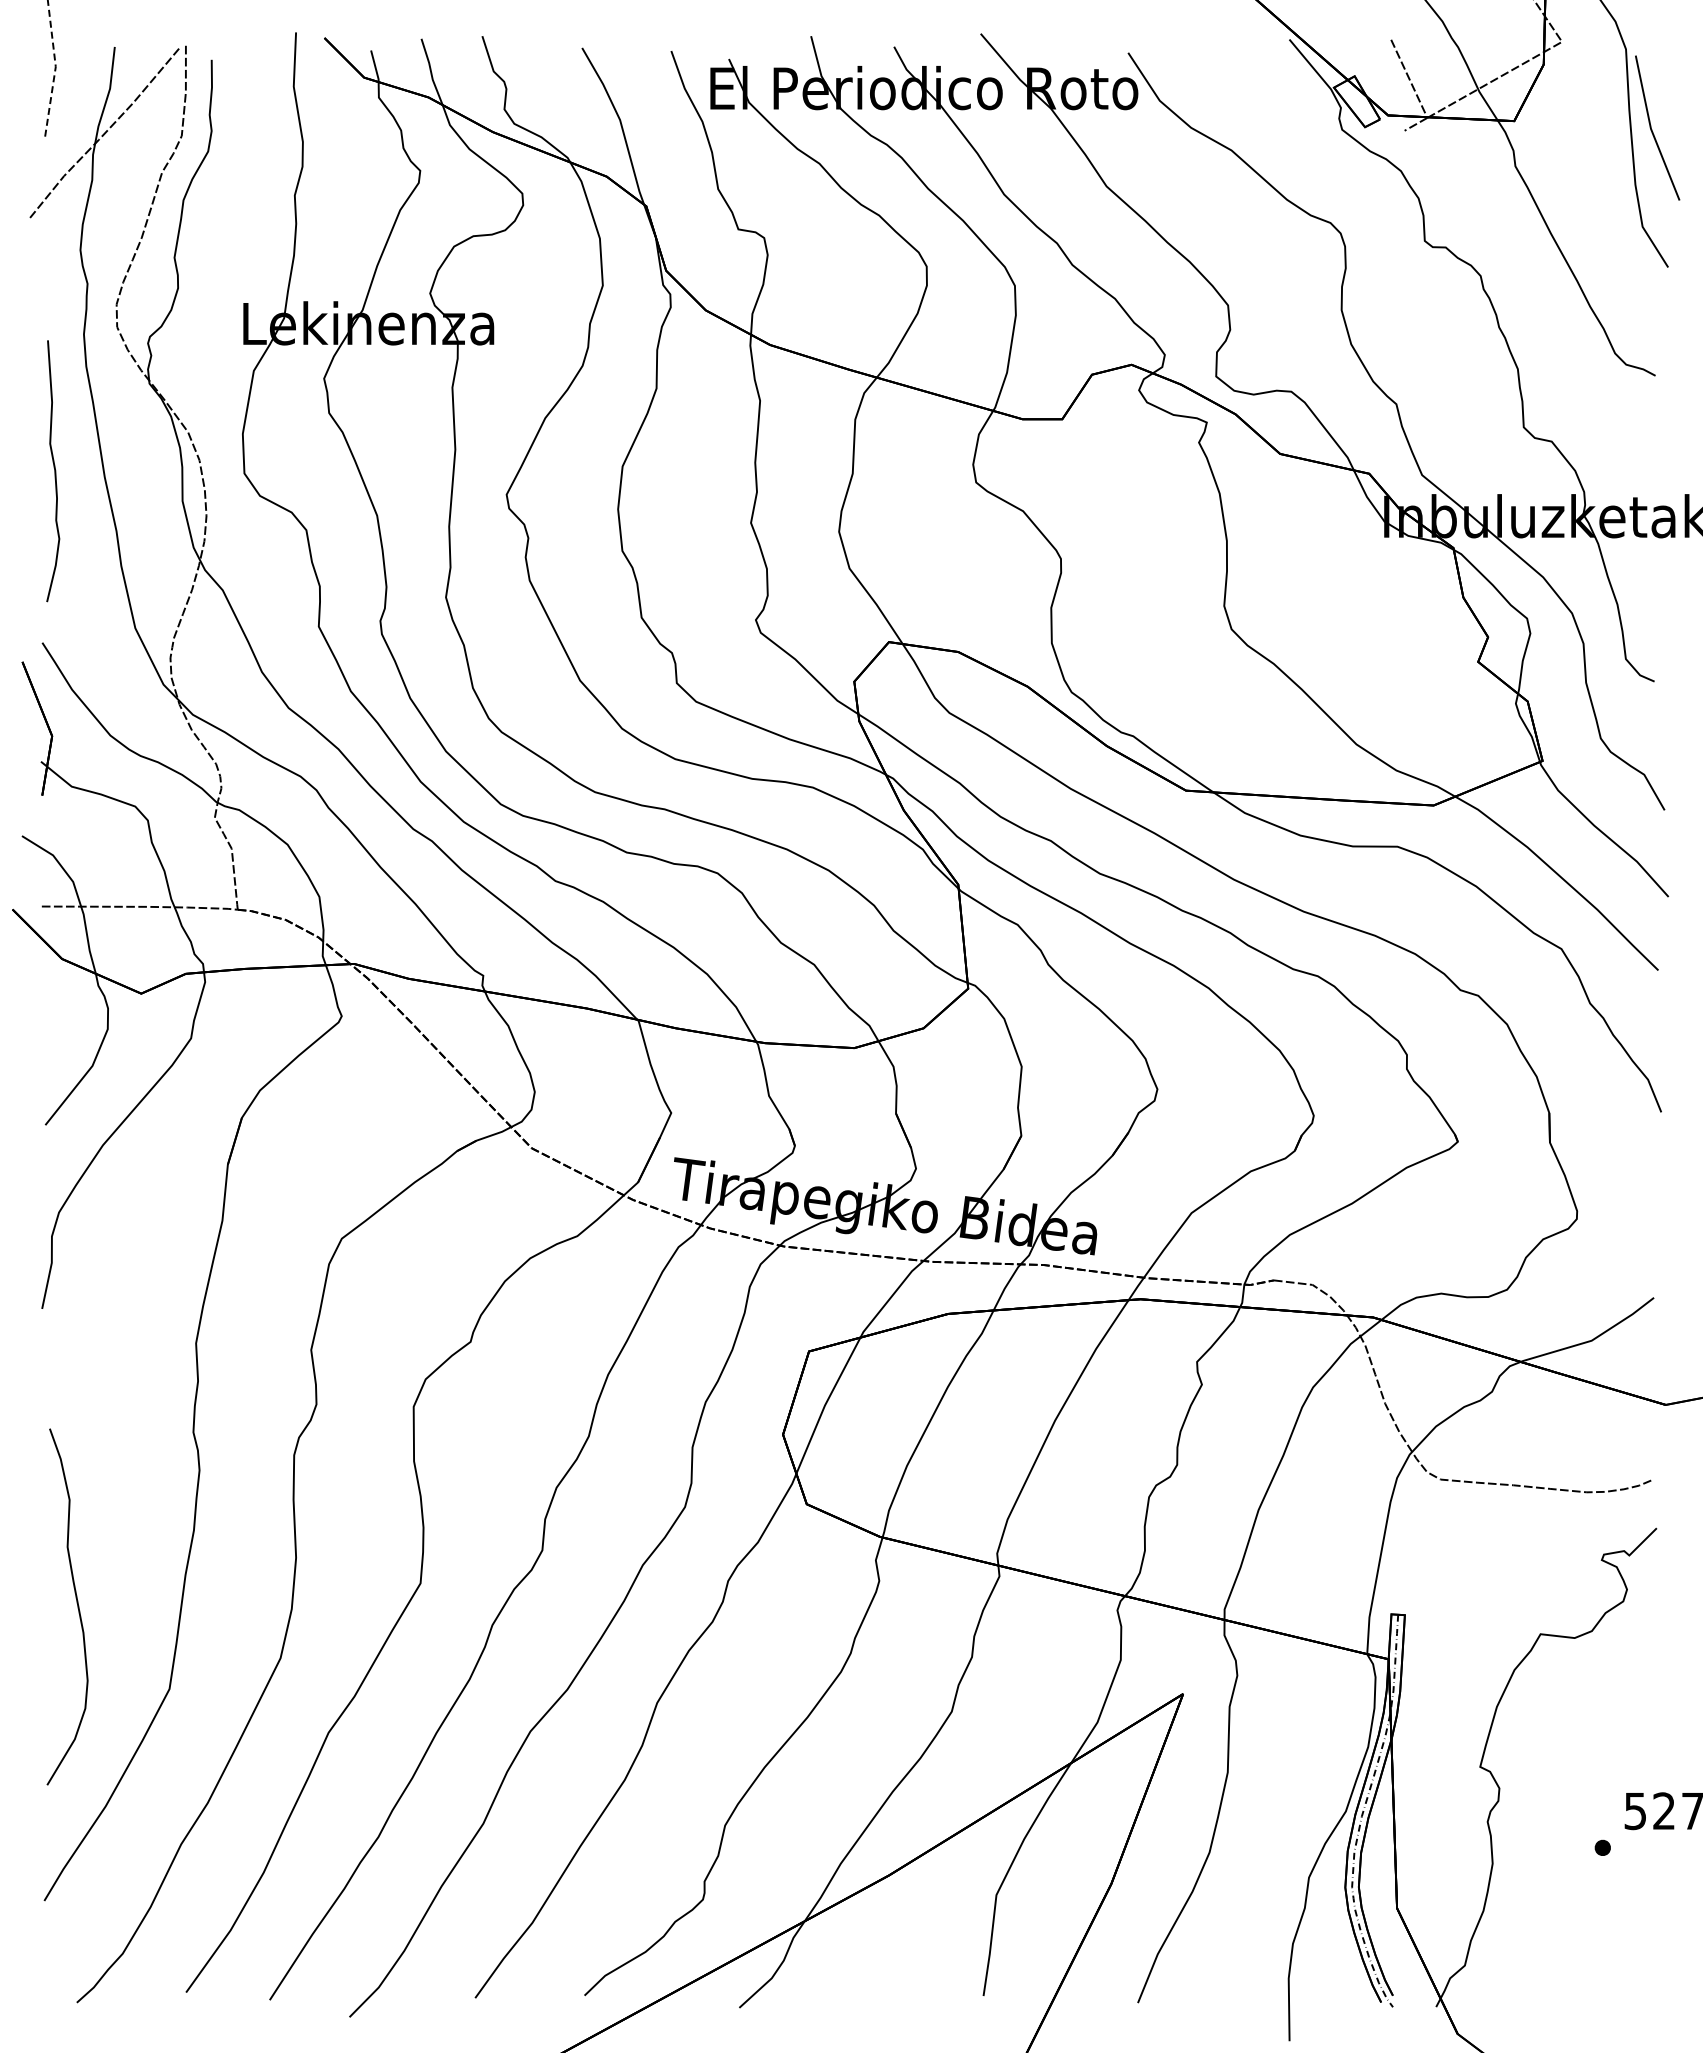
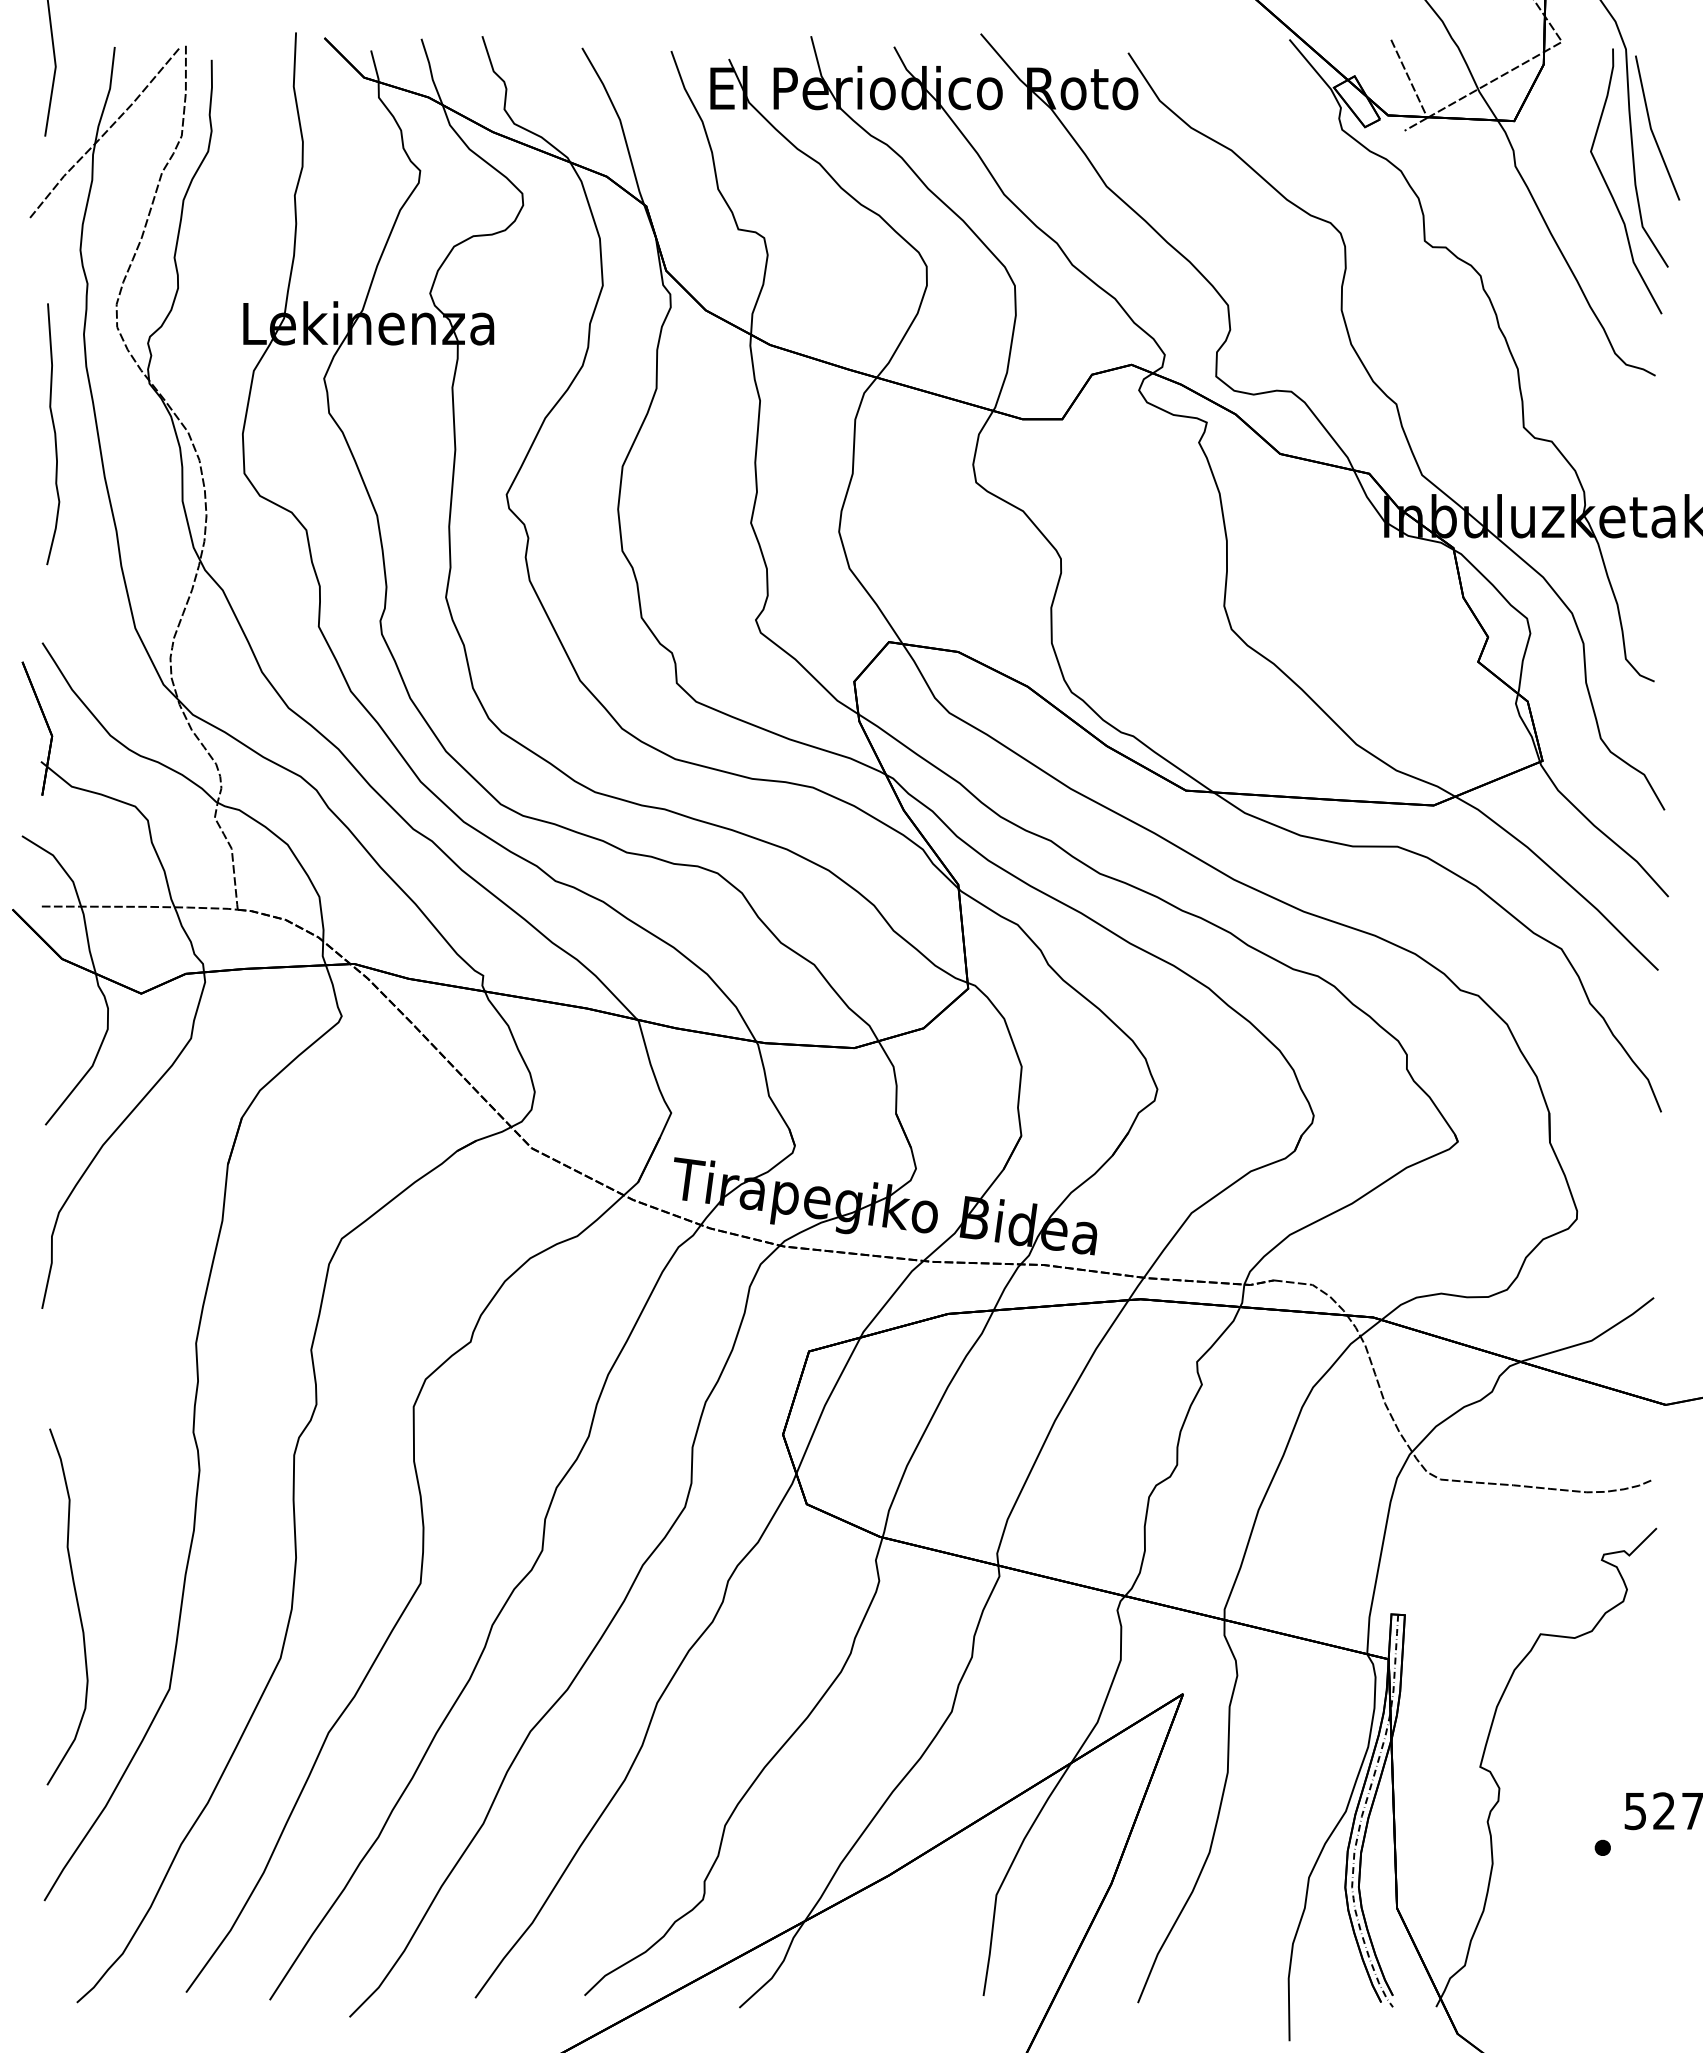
line at (55, 67): dashed -> solid
curve at (1610, 190): none -> present
curve at (54, 471) position: (54, 471) -> (54, 434)
